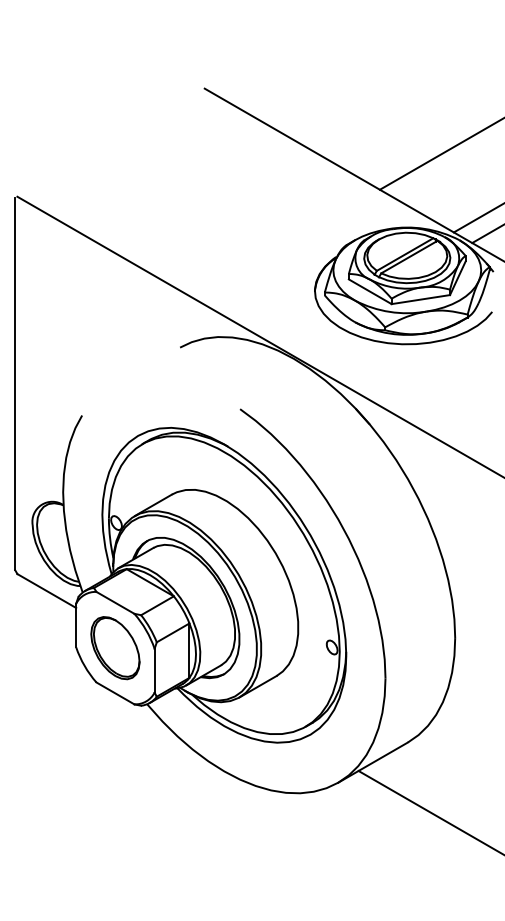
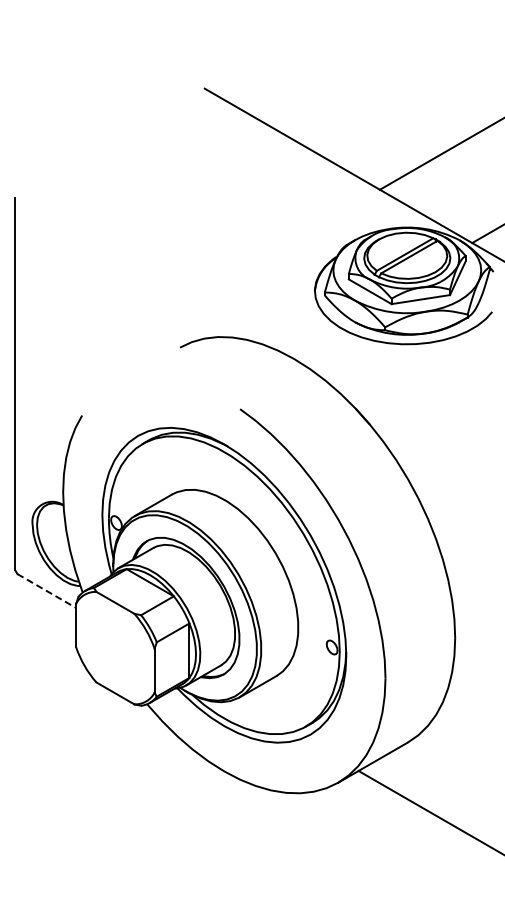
line at (477, 218): present -> none
line at (259, 336): present -> none
line at (46, 591): solid -> dashed
part at (115, 648): present -> none
